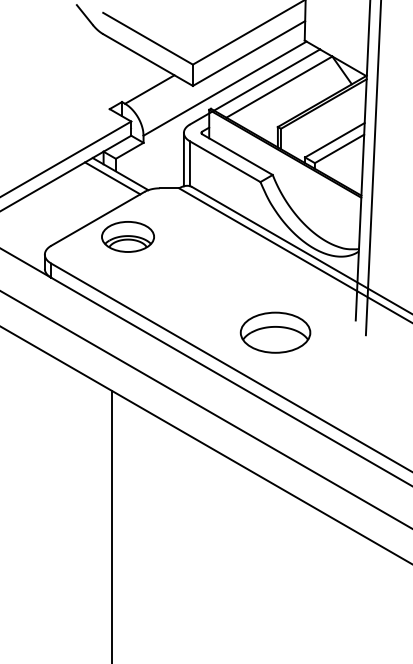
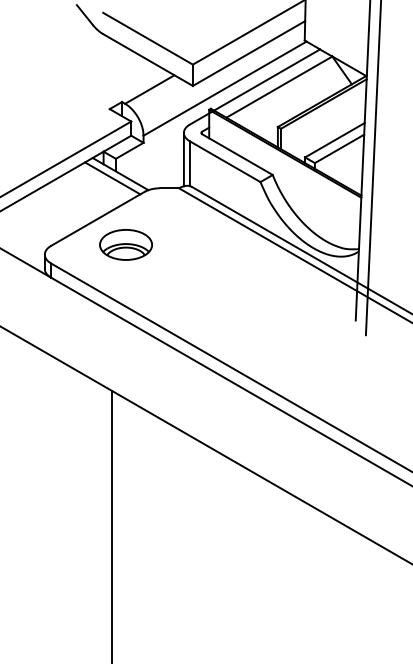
part at (127, 236) position: (127, 236) -> (125, 244)
part at (275, 332): present -> none
line at (205, 409): present -> none
